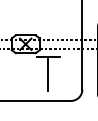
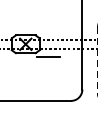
line at (97, 60): solid -> dashed
line at (48, 74): present -> none
